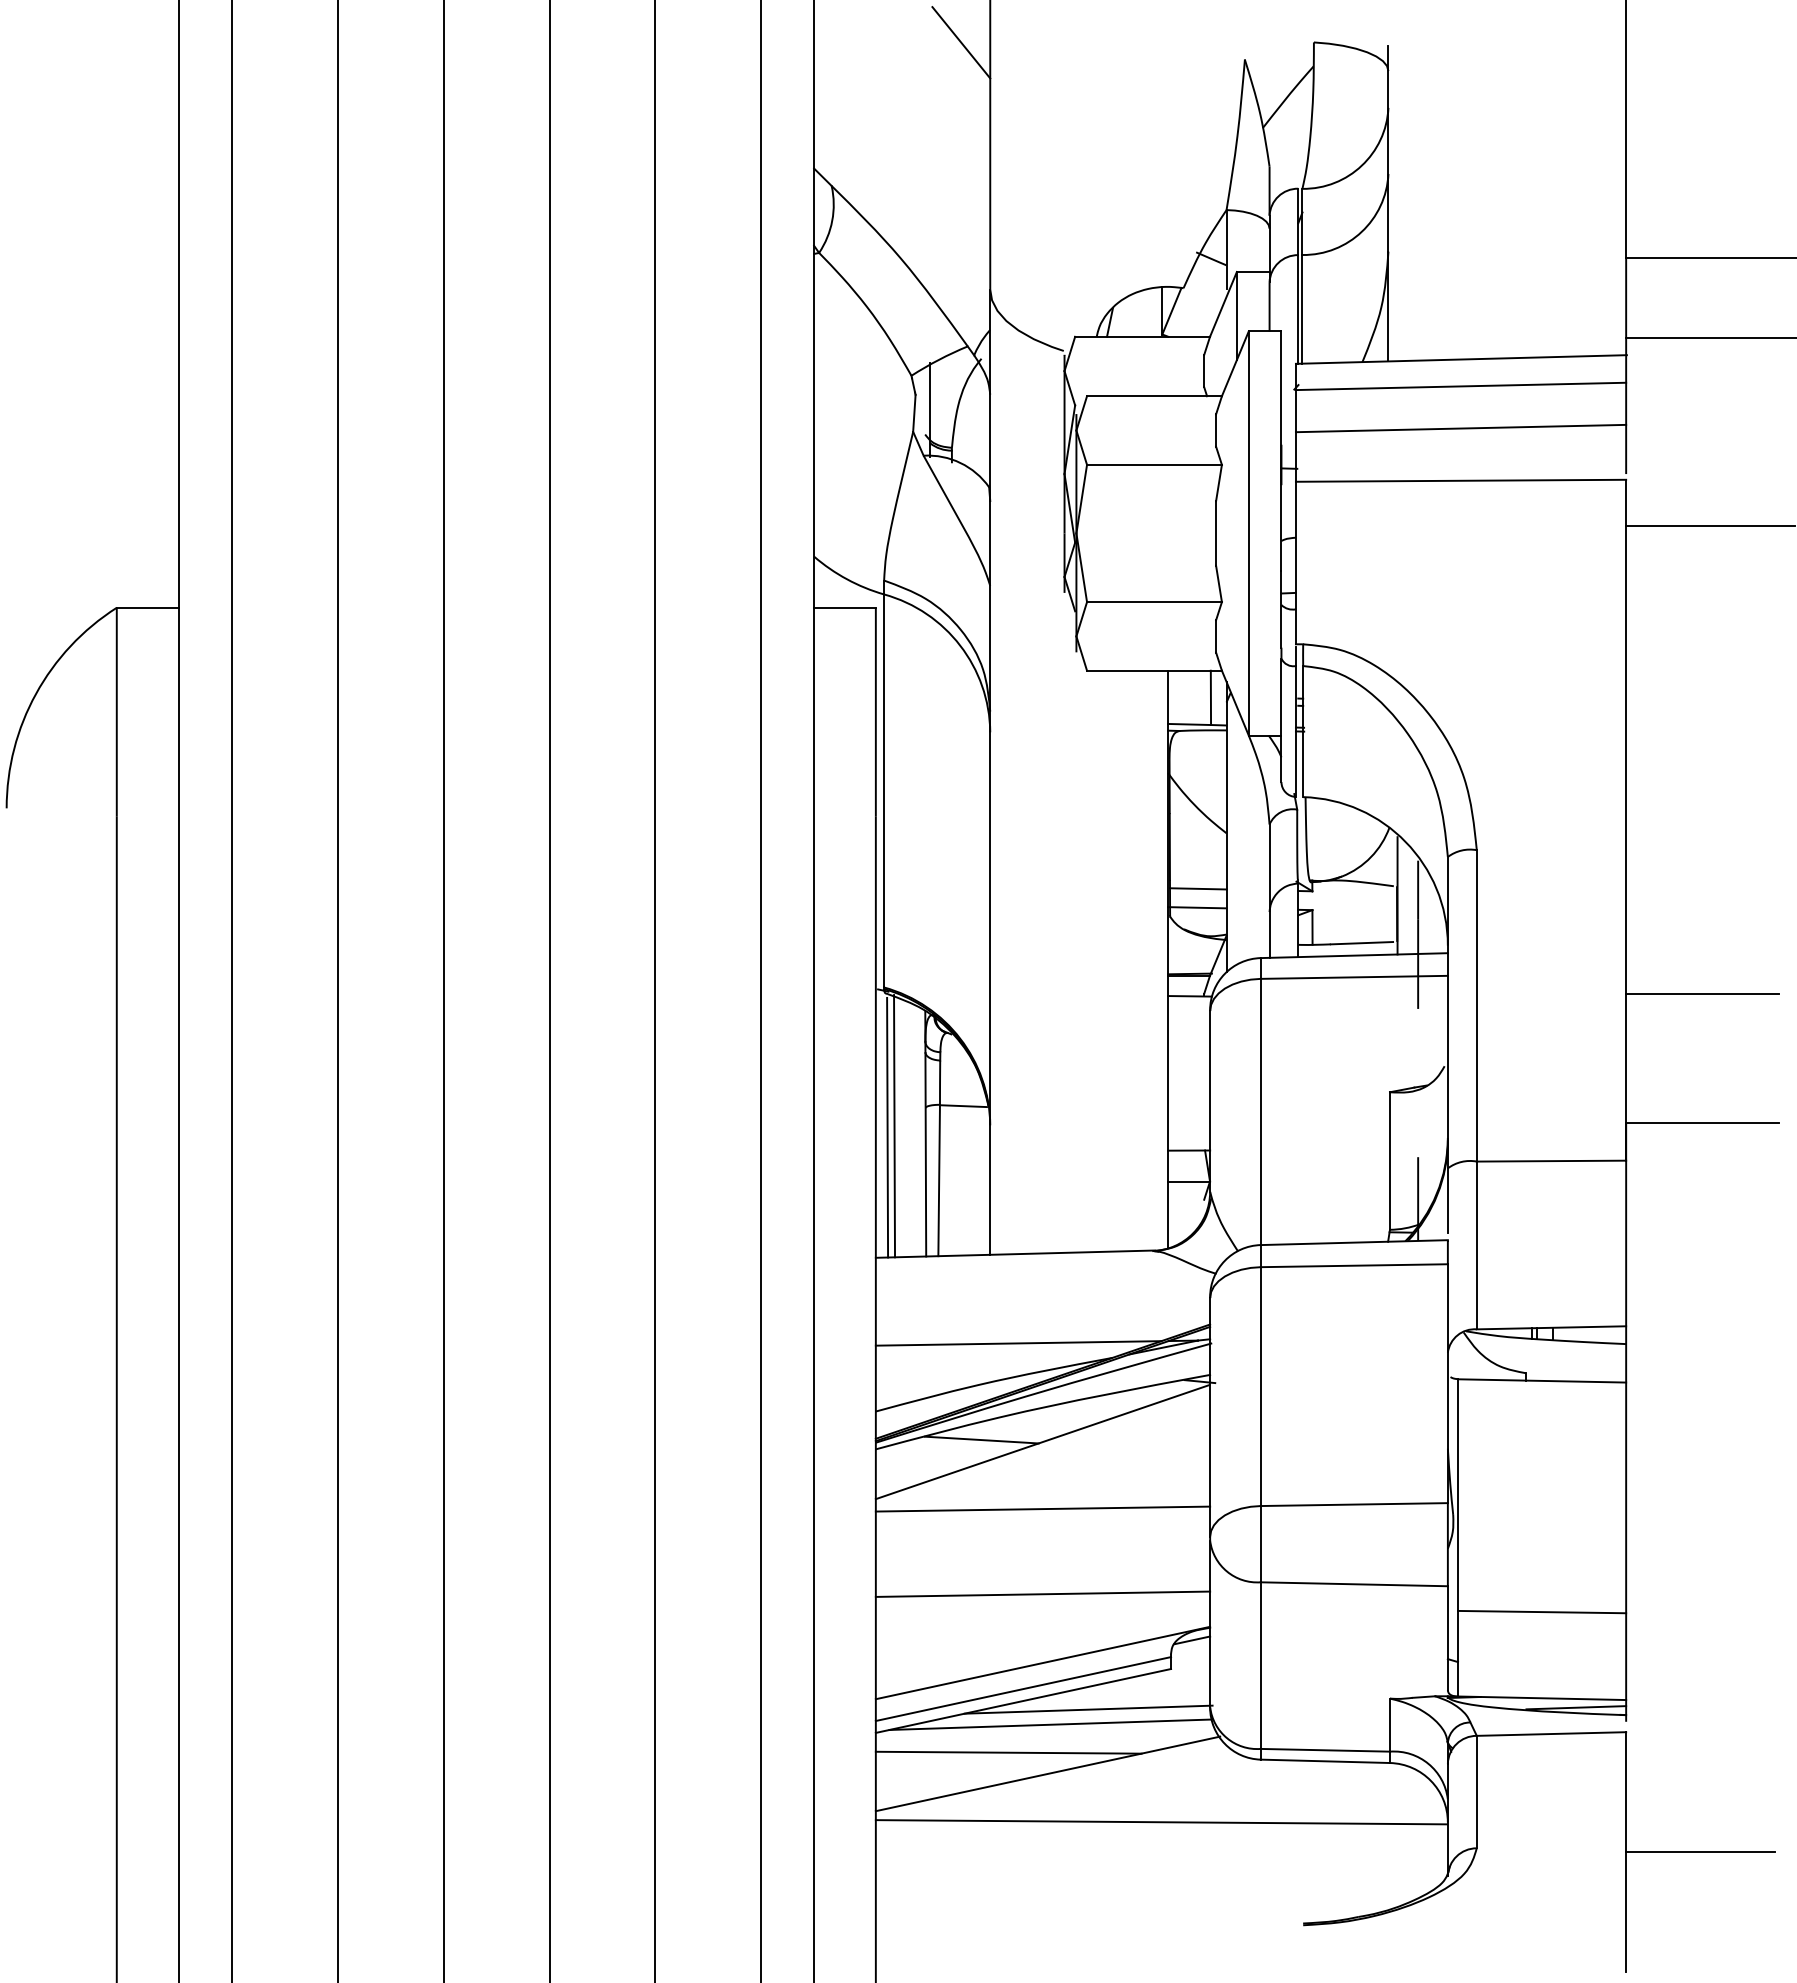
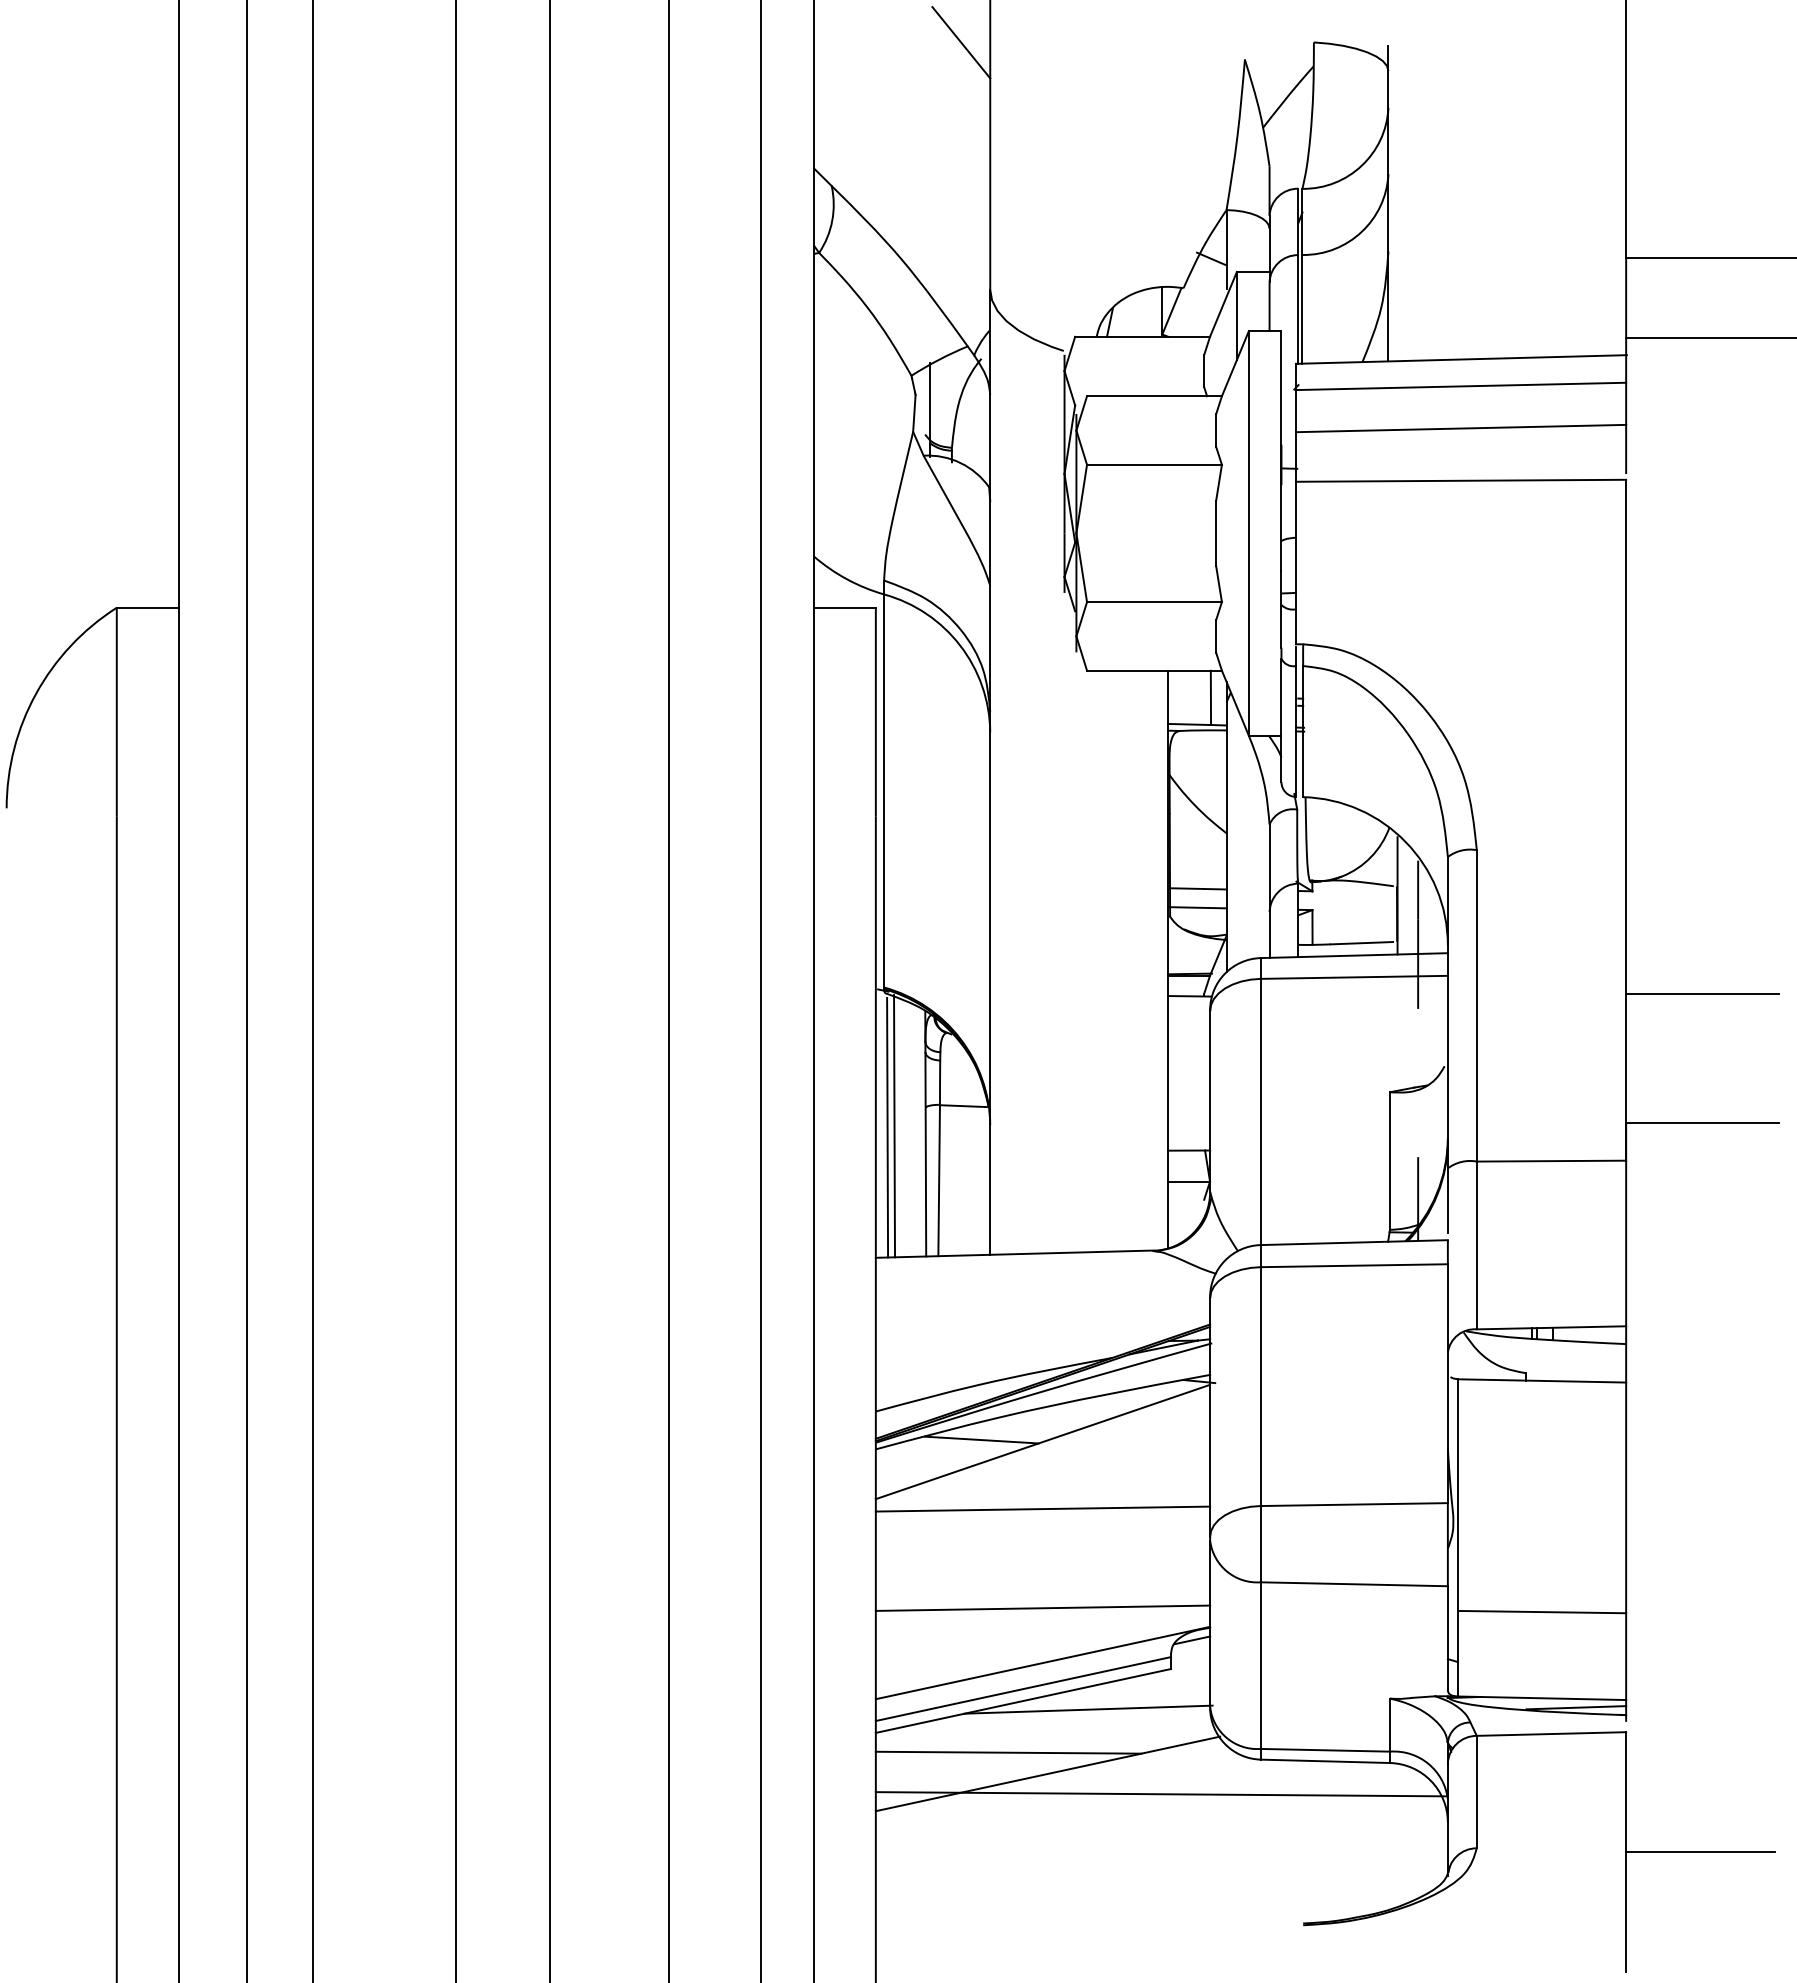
line at (1709, 526): present -> none
line at (232, 990) position: (232, 990) -> (247, 990)
line at (338, 990) position: (338, 990) -> (313, 990)
line at (443, 990) position: (443, 990) -> (455, 990)
line at (655, 990) position: (655, 990) -> (669, 990)
line at (1018, 1343): present -> none
line at (1042, 1593) position: (1042, 1593) -> (1042, 1607)
line at (1050, 1724): present -> none
line at (1161, 1822) position: (1161, 1822) -> (1161, 1794)
